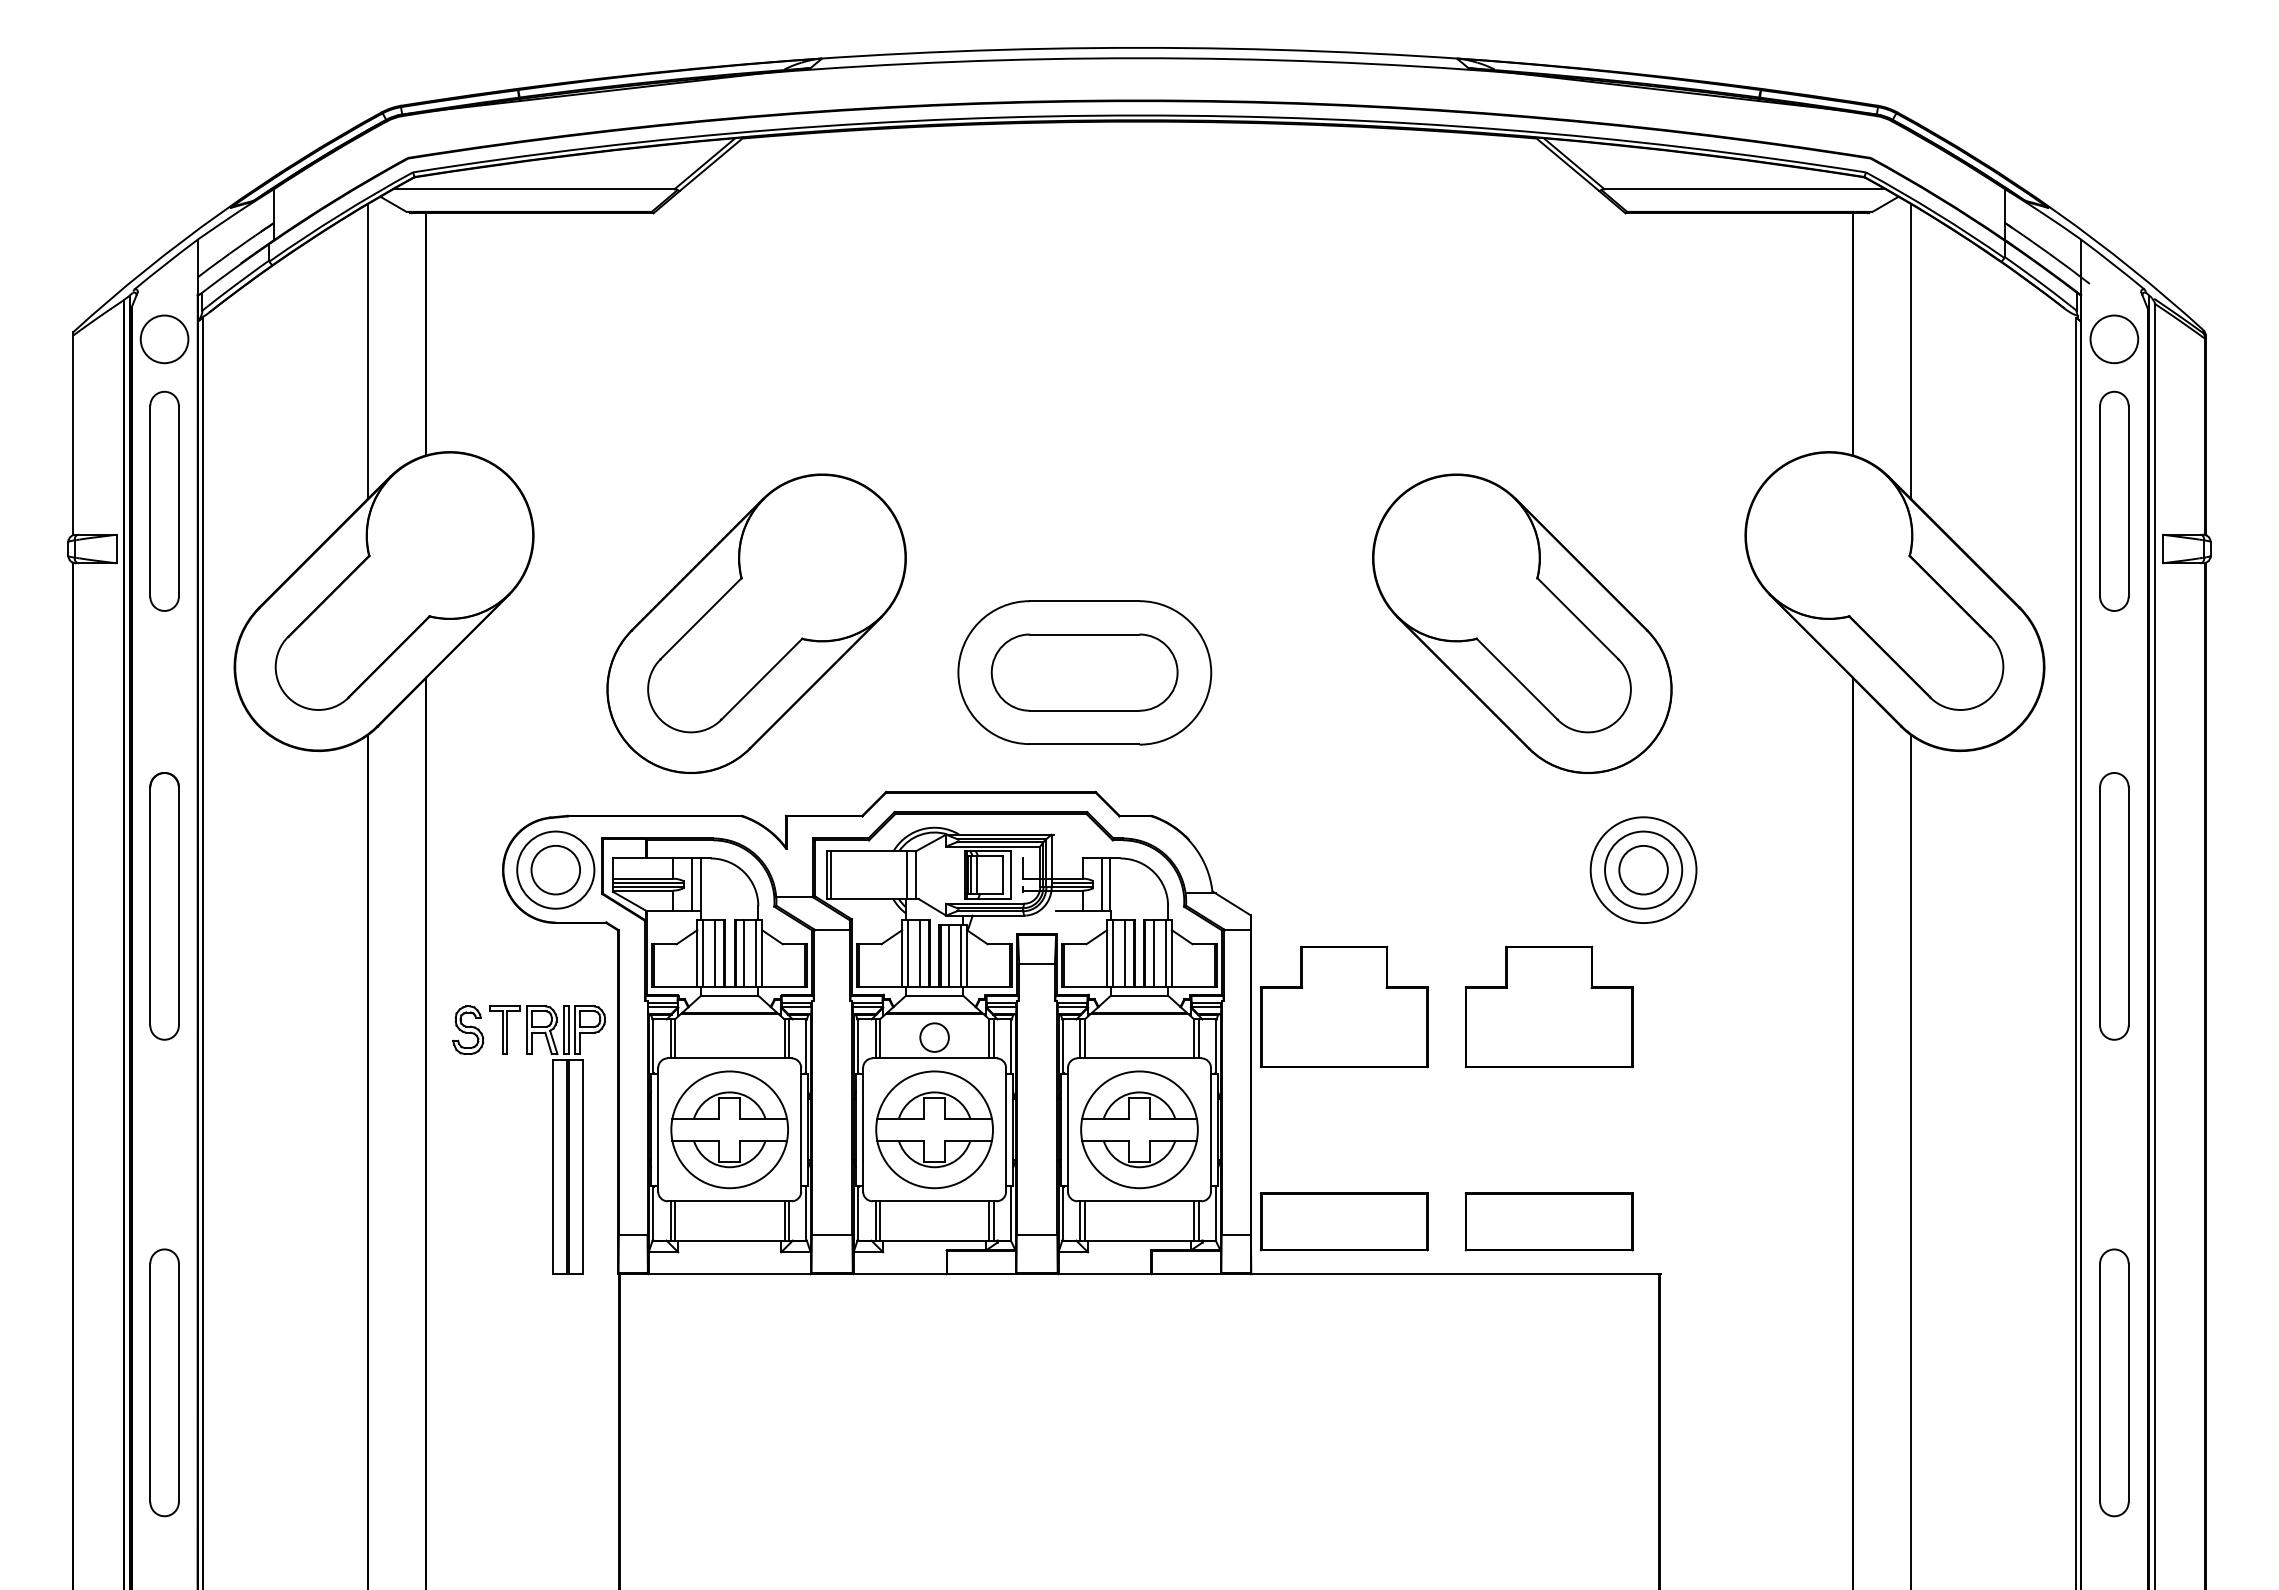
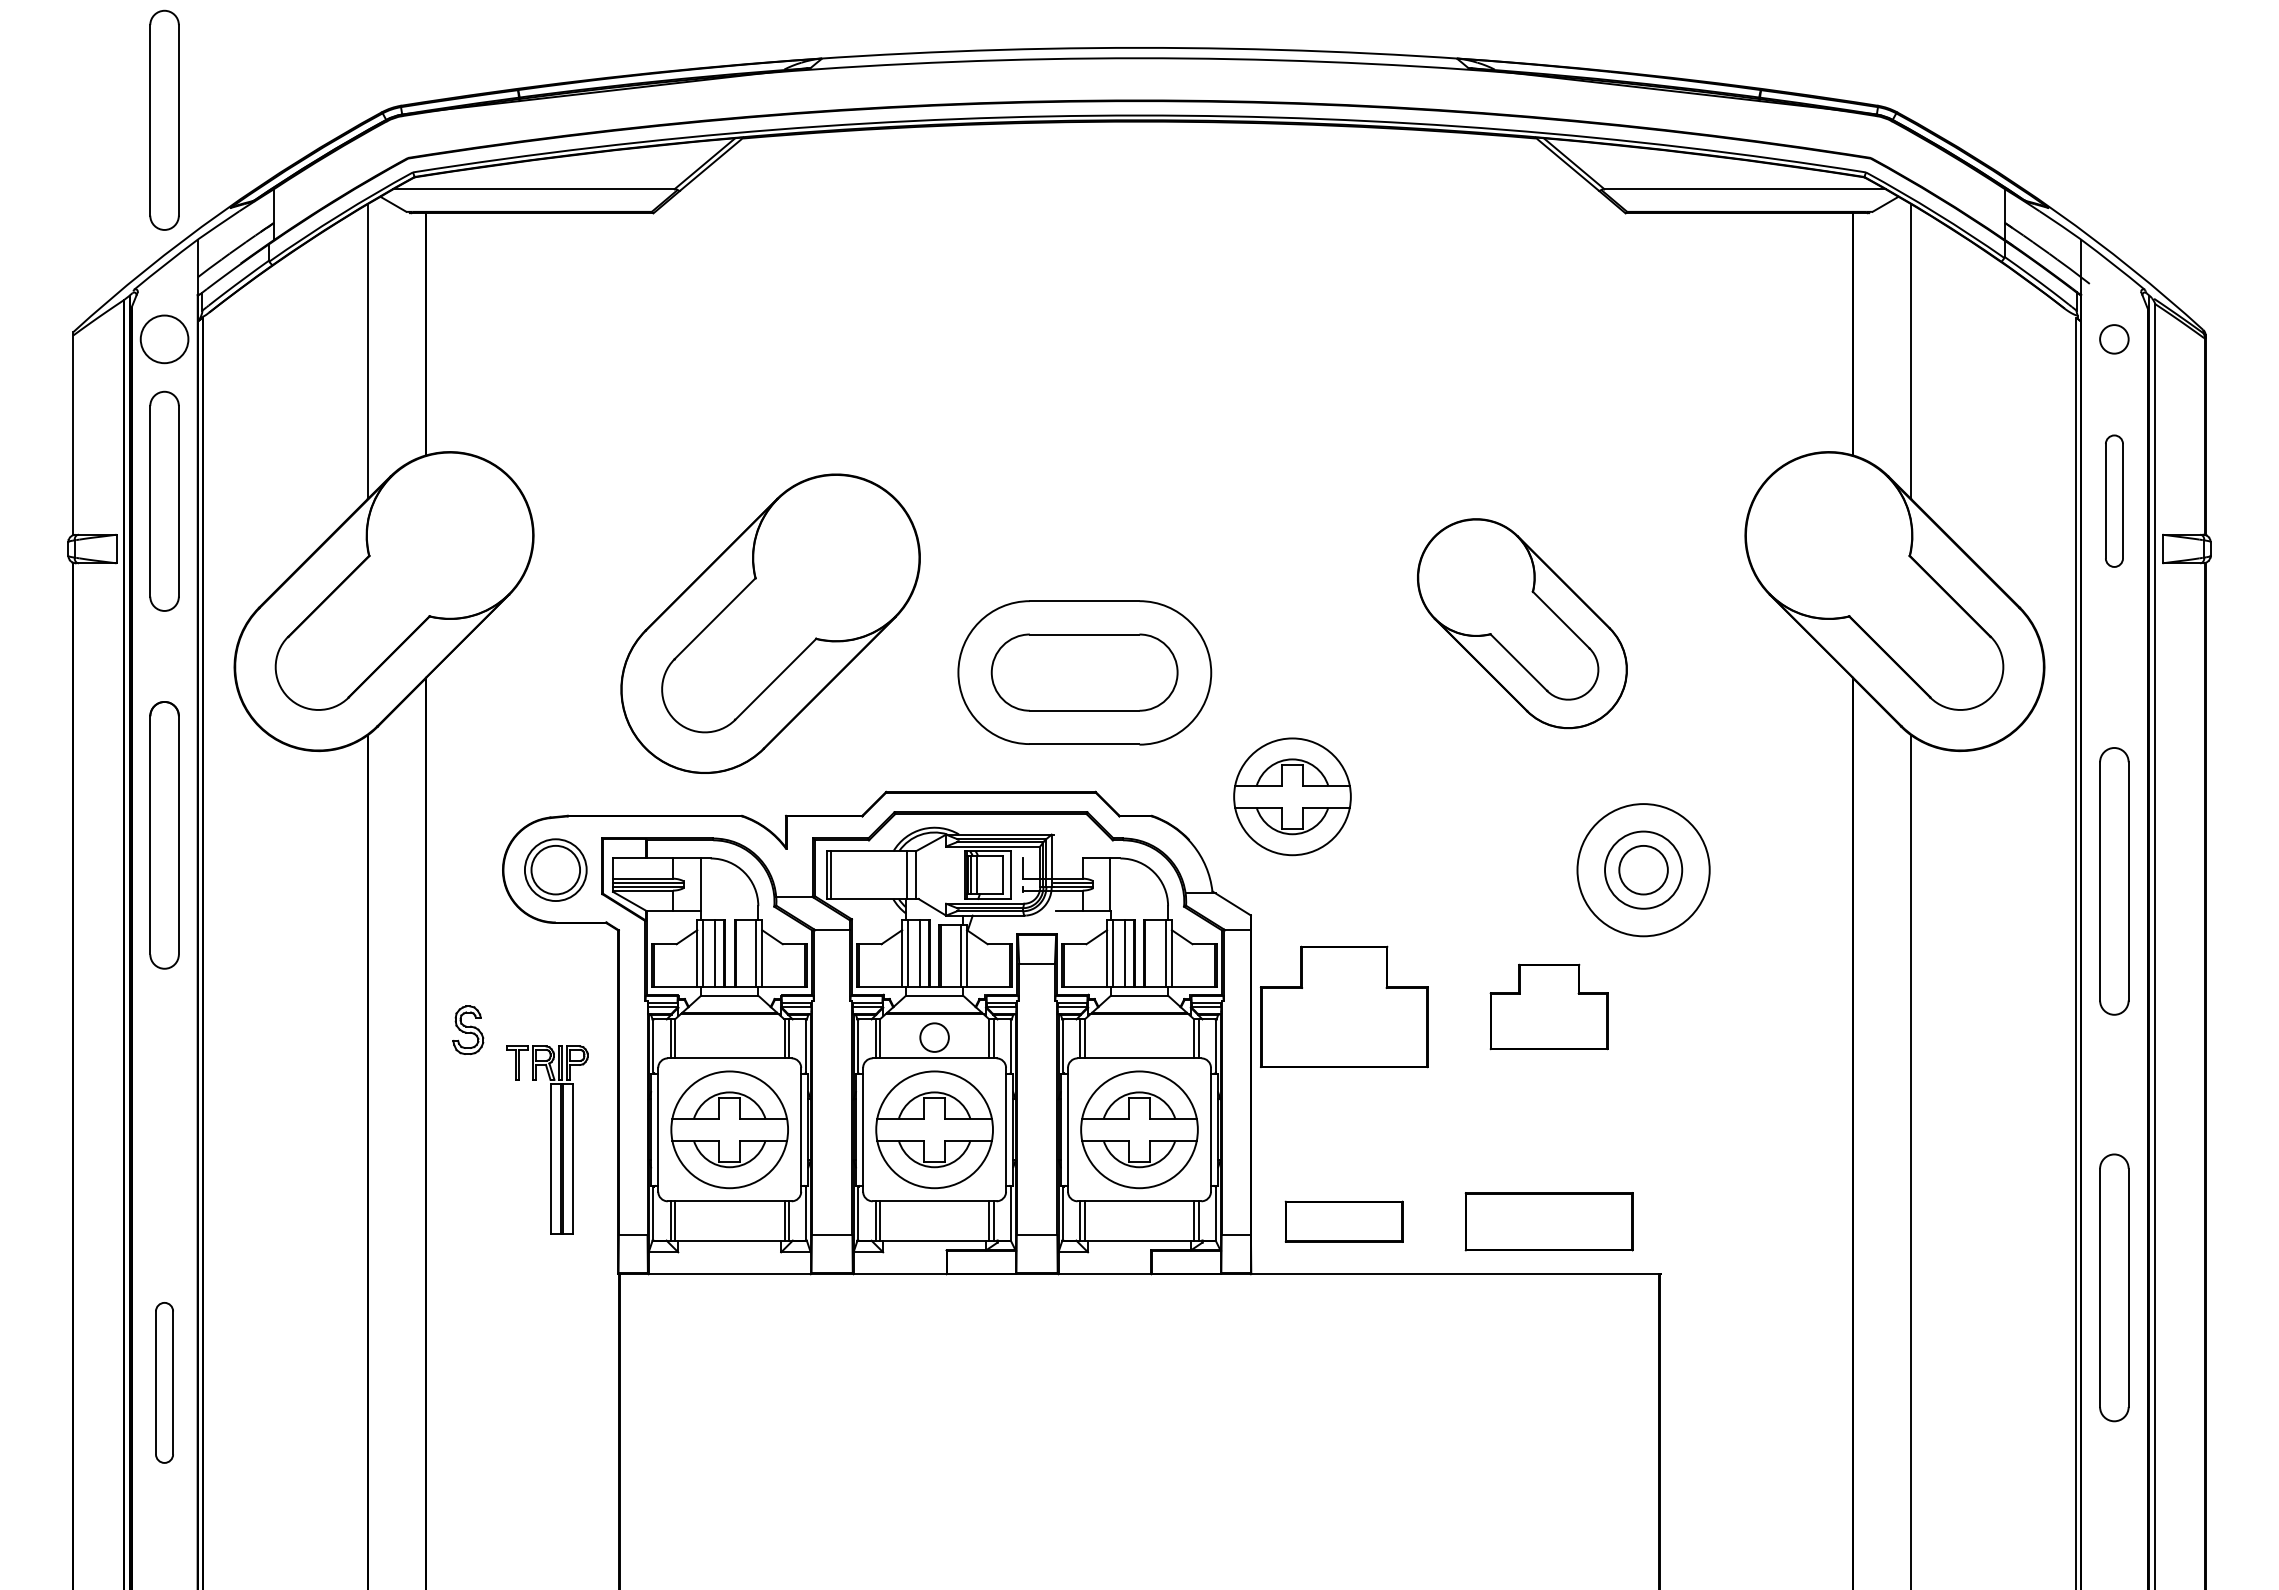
part at (164, 119): none -> present
circle at (2114, 339) diameter: 48 px -> 29 px
part at (2114, 500) size: 31x222 px -> 19x134 px
part at (756, 623) position: (756, 623) -> (770, 623)
part at (1522, 623) size: 301x301 px -> 211x212 px
part at (1292, 796): none -> present
circle at (555, 869) diameter: 77 px -> 62 px
circle at (1643, 870) diameter: 106 px -> 132 px
line at (692, 884): present -> none
line at (1101, 884): present -> none
part at (164, 906) position: (164, 906) -> (164, 835)
part at (2114, 906) position: (2114, 906) -> (2114, 881)
line at (744, 953): present -> none
line at (1154, 953): present -> none
line at (949, 956): present -> none
part at (1548, 1006) size: 170x124 px -> 120x88 px
part at (547, 1139) size: 117x270 px -> 83x190 px
part at (1343, 1221) size: 170x60 px -> 120x43 px
part at (164, 1382) size: 31x270 px -> 19x162 px
part at (2114, 1382) position: (2114, 1382) -> (2114, 1287)
